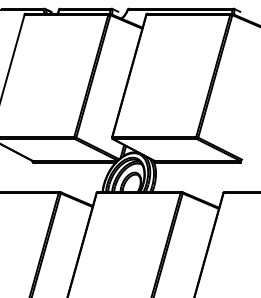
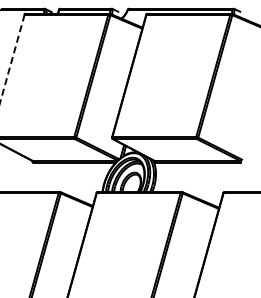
line at (12, 58): solid -> dashed
